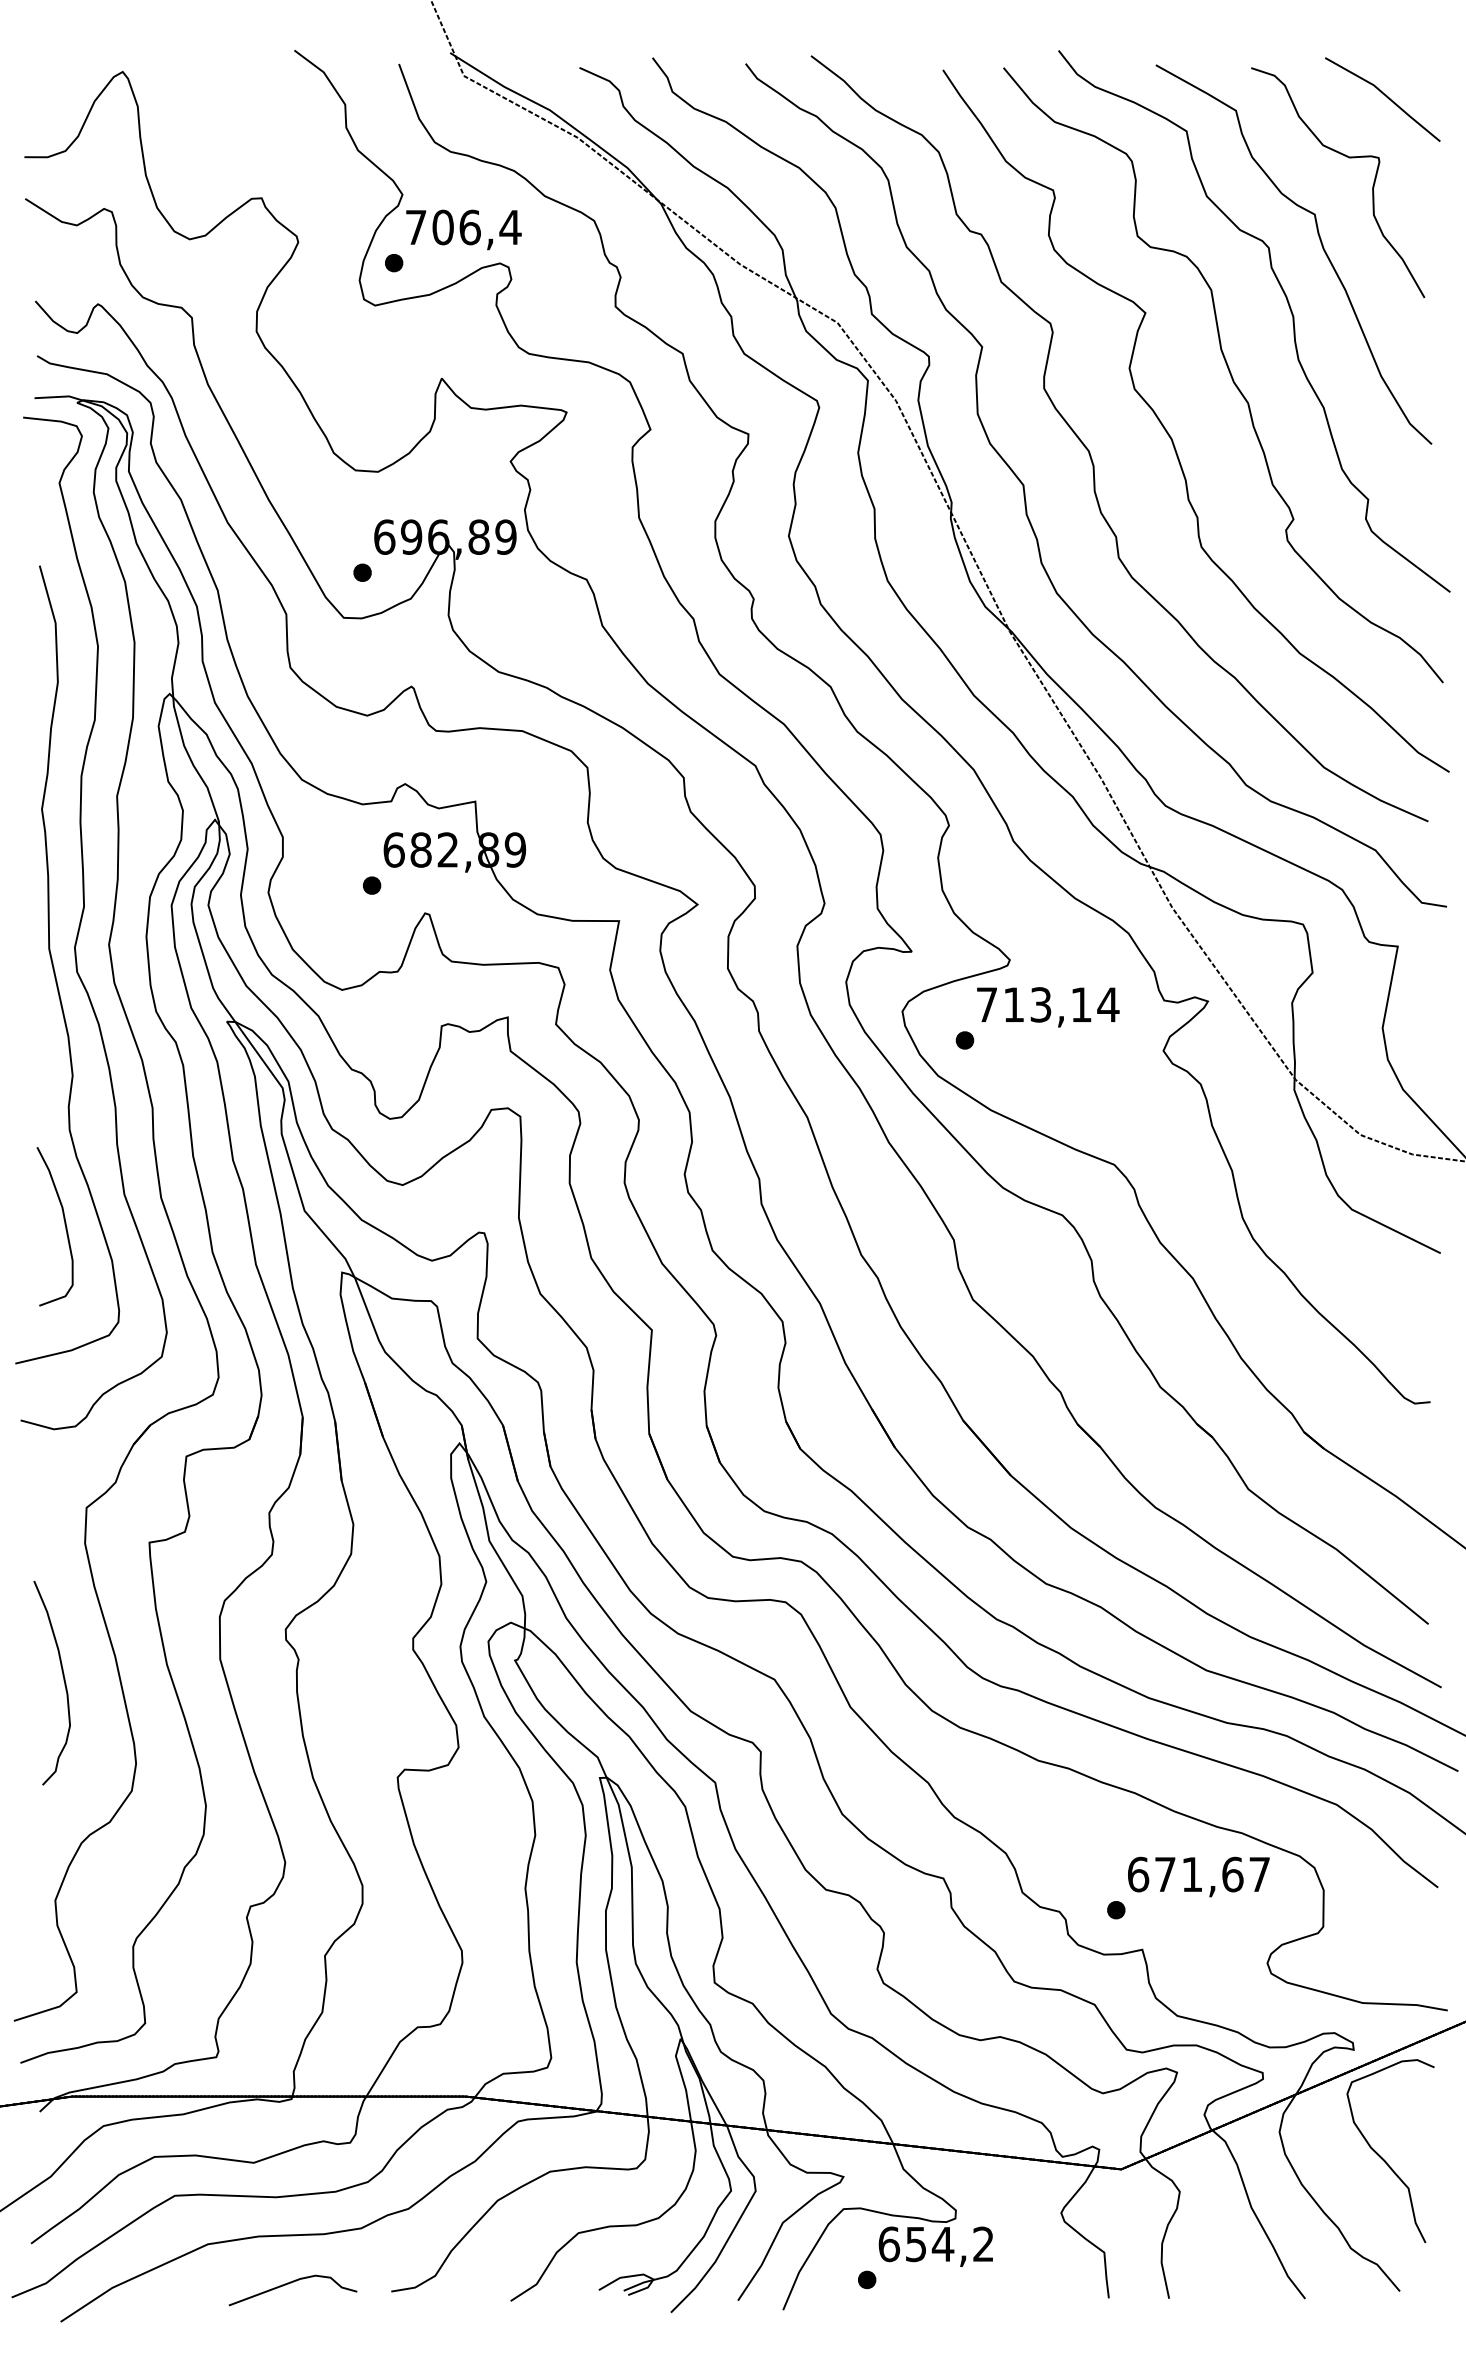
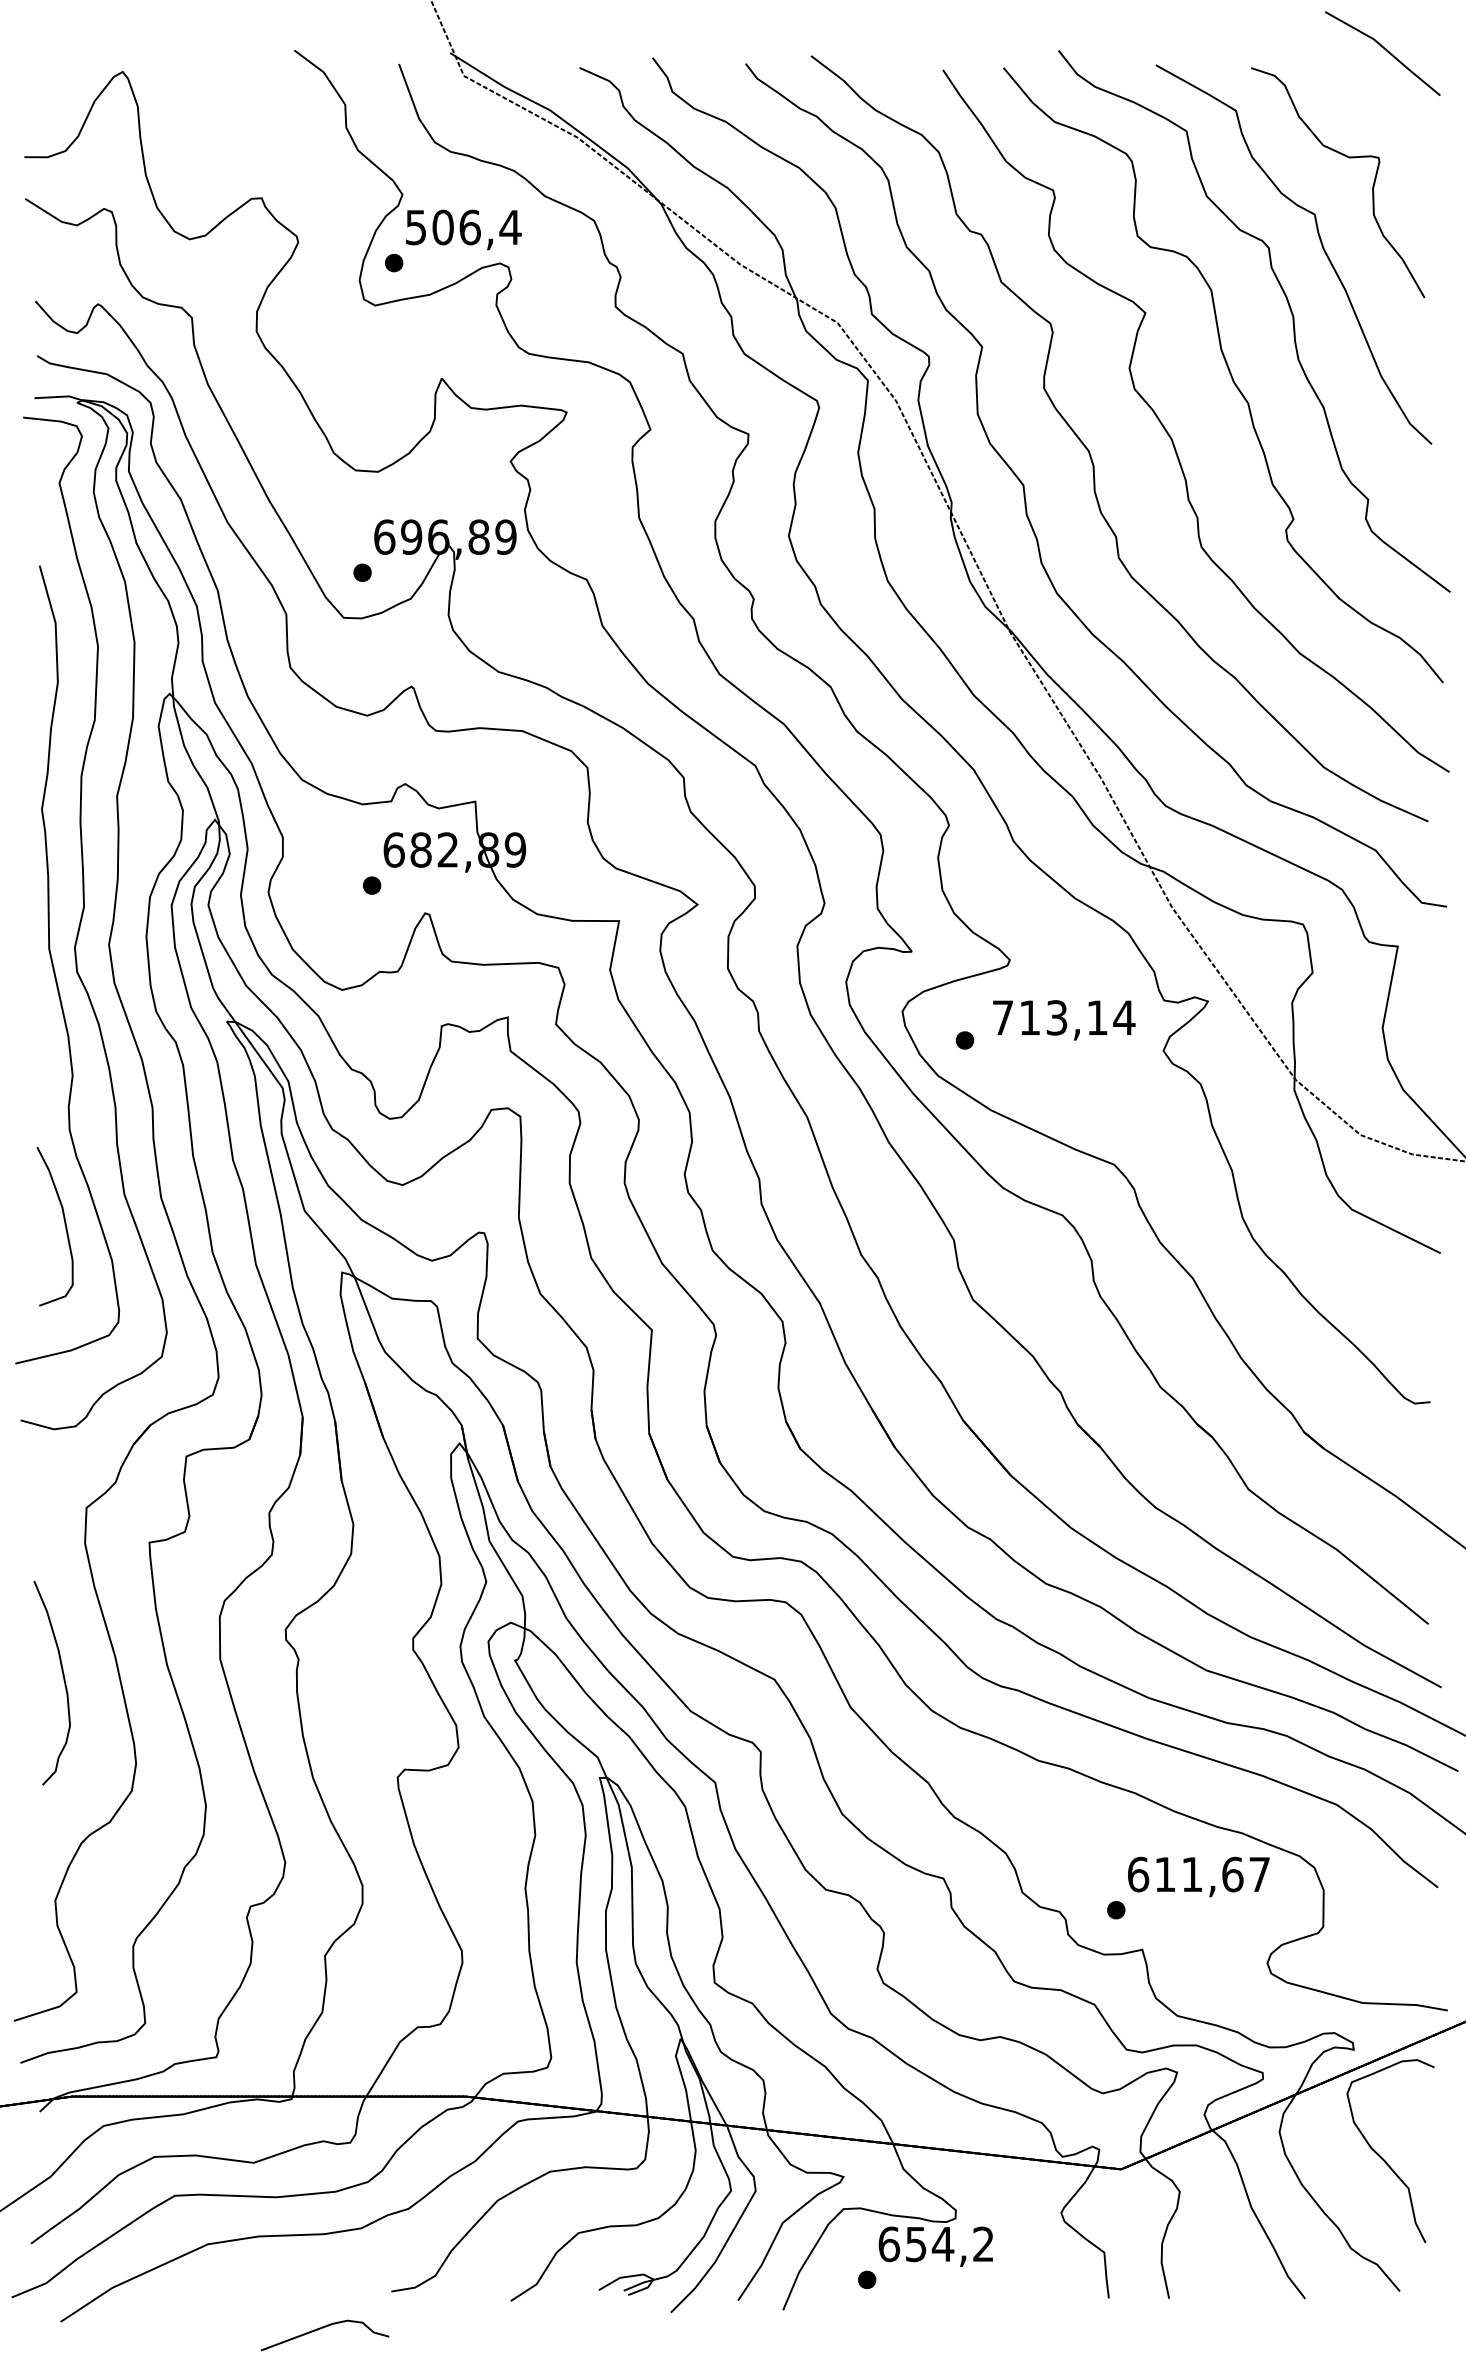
part at (1382, 99) position: (1382, 99) -> (1382, 53)
text at (416, 227): 706,4 -> 506,4
text at (1048, 1007) position: (1048, 1007) -> (1064, 1020)
text at (1165, 1874): 671,67 -> 611,67
curve at (291, 2283) position: (291, 2283) -> (323, 2328)
